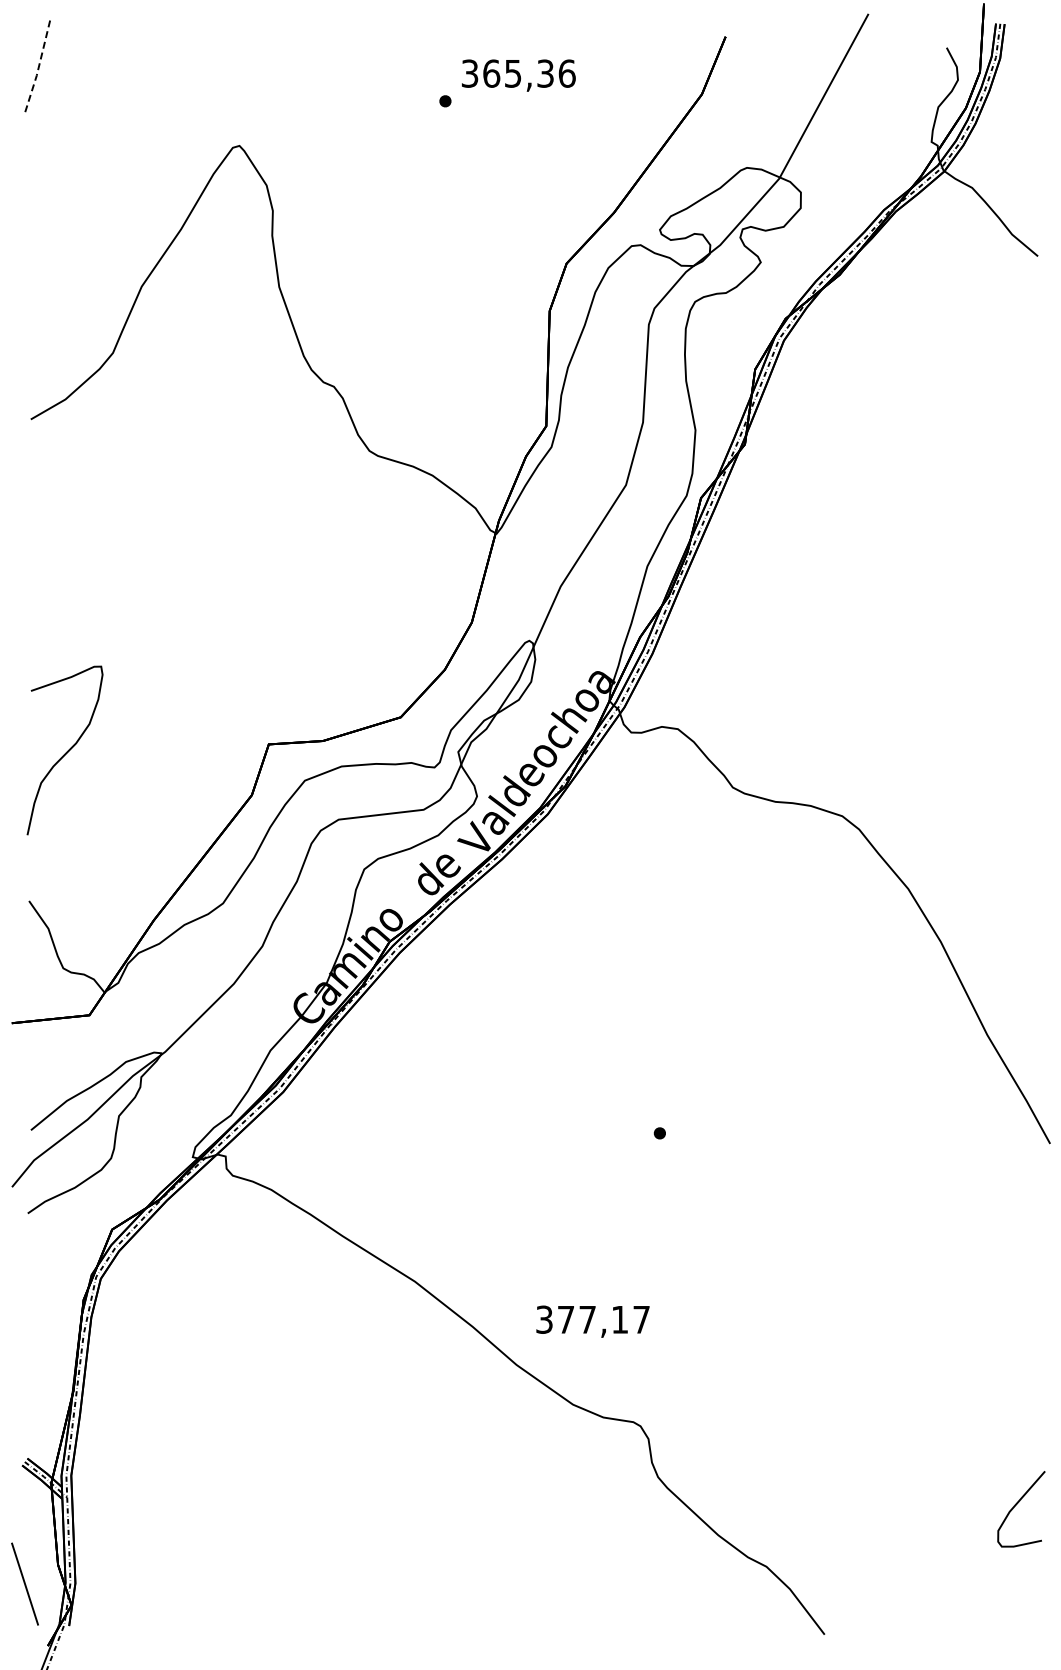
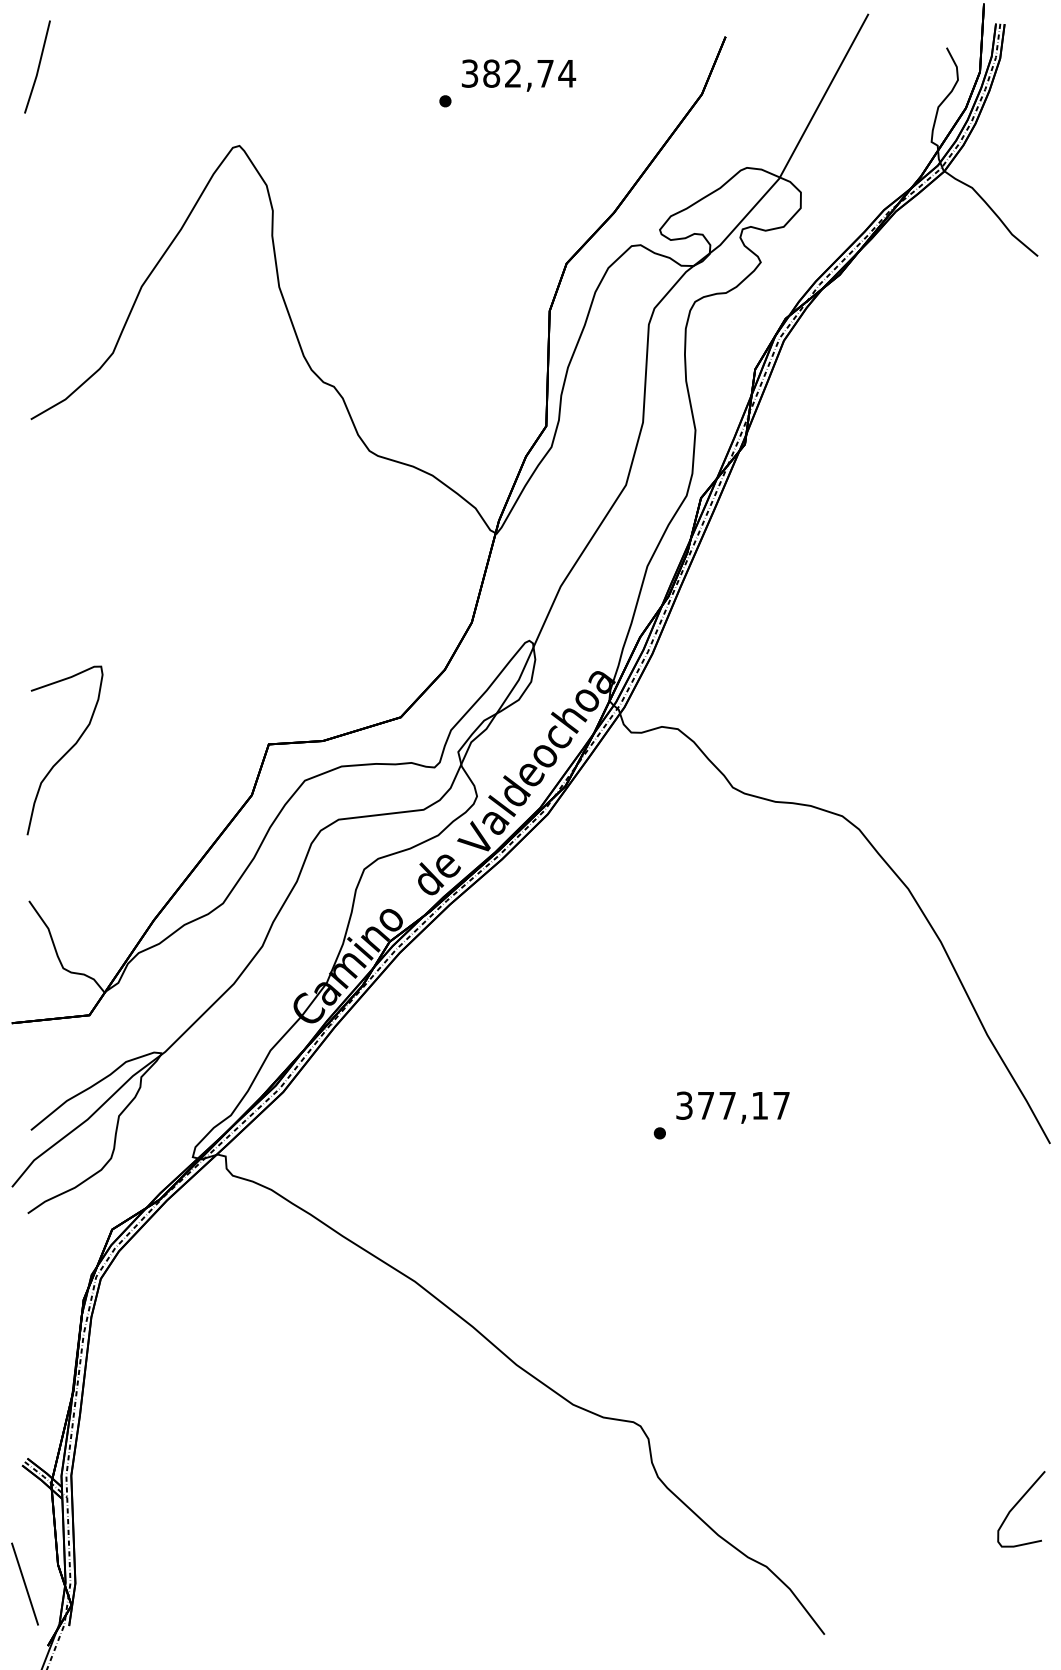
line at (38, 67): dashed -> solid
text at (529, 73): 365,36 -> 382,74
text at (592, 1321) position: (592, 1321) -> (732, 1107)
